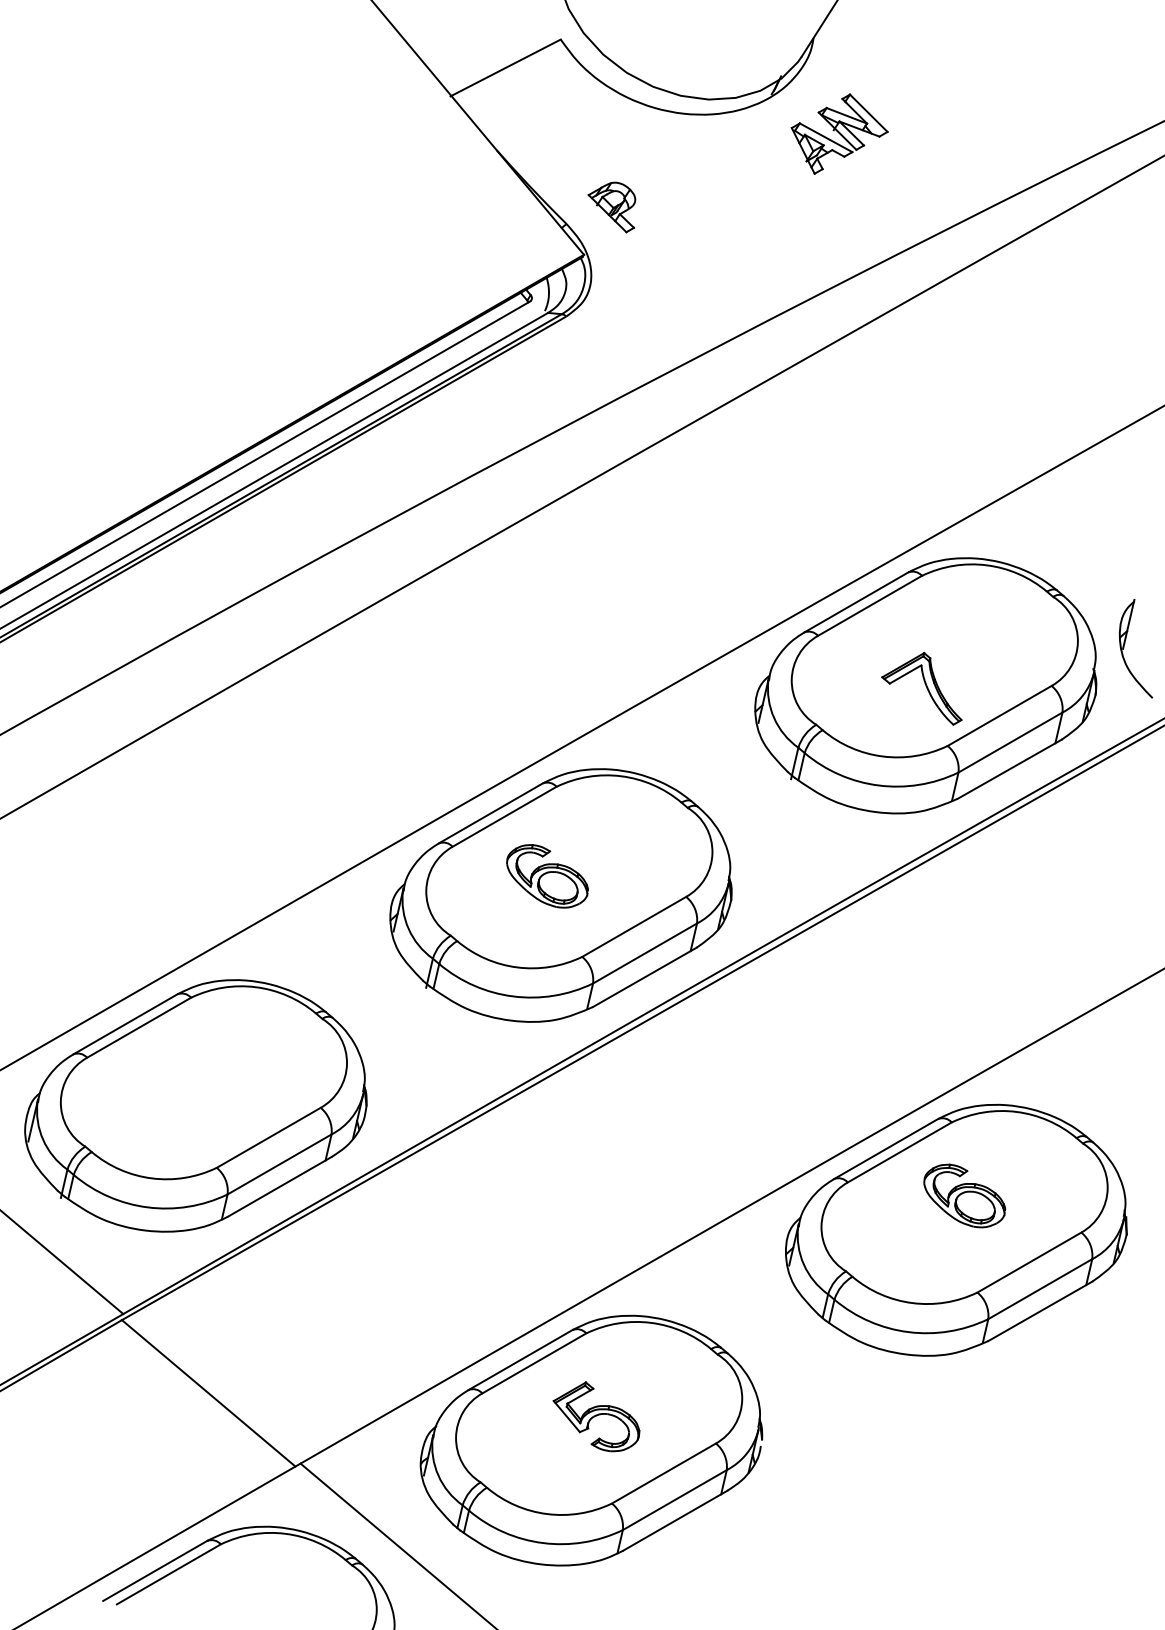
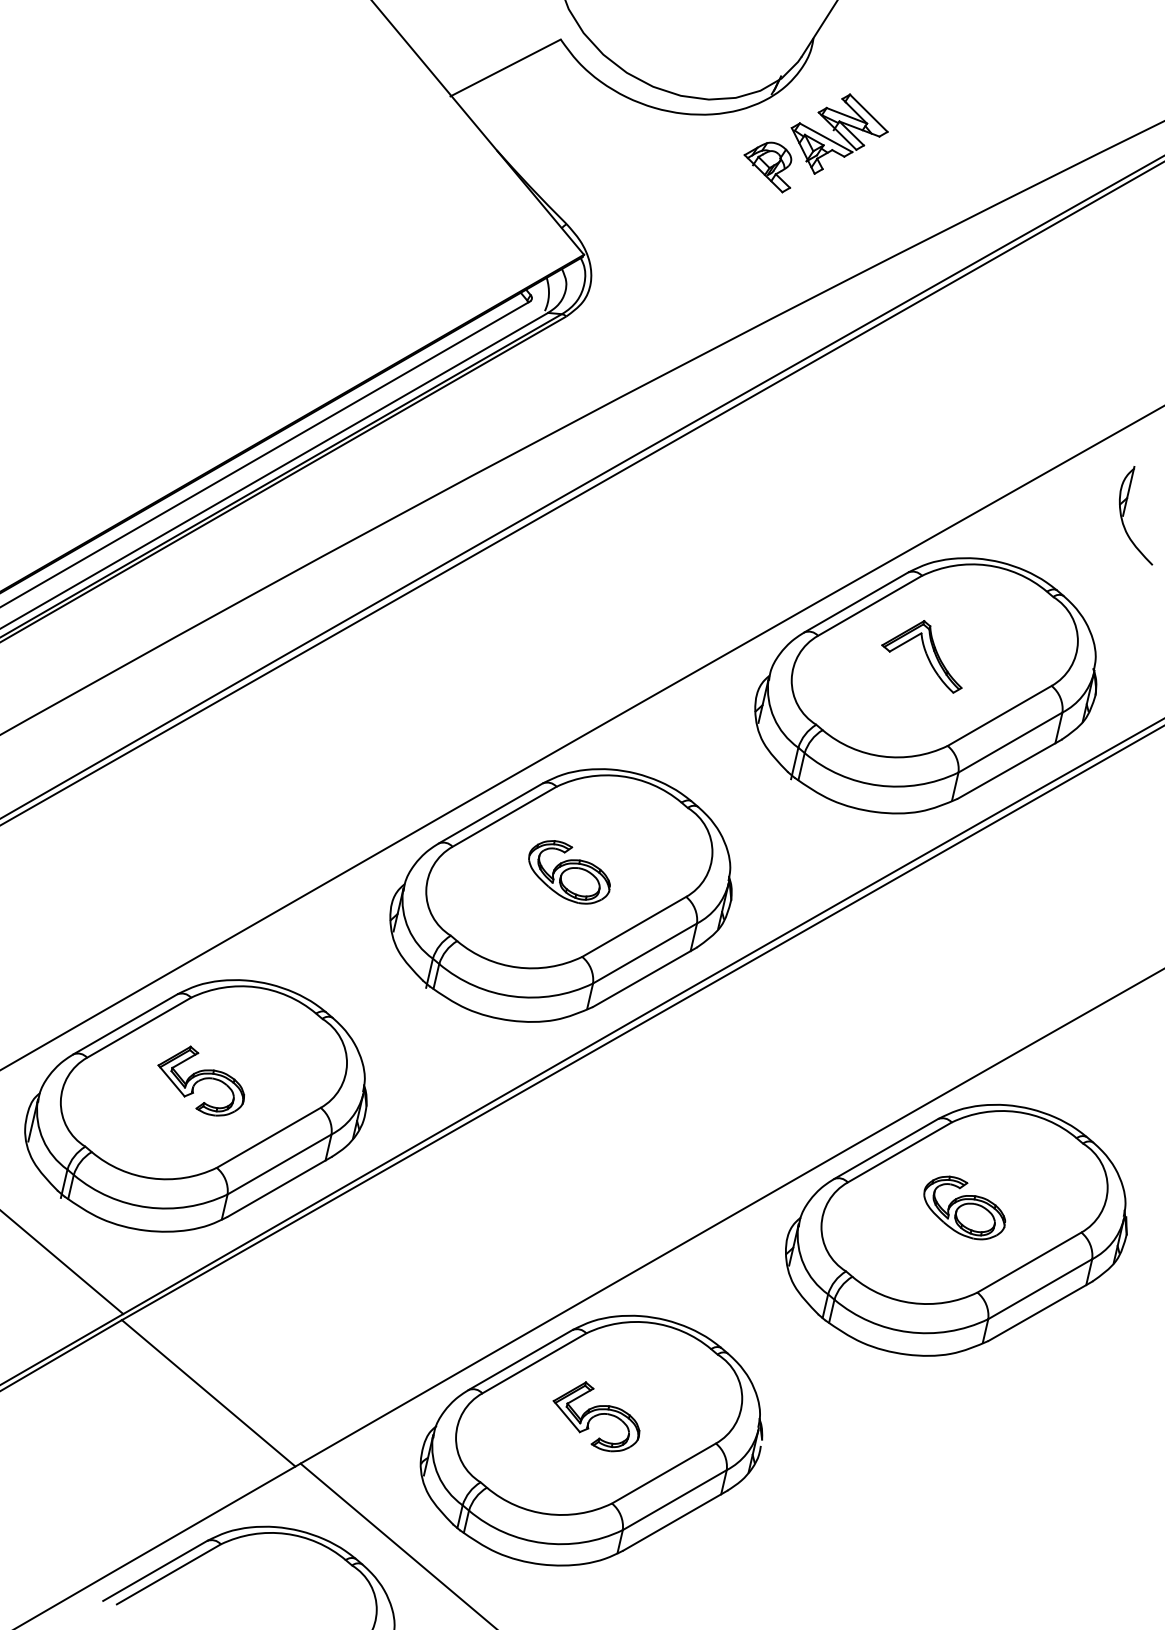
part at (611, 207) position: (611, 207) -> (767, 167)
line at (581, 493): none -> present
part at (1124, 648) position: (1124, 648) -> (1124, 515)
part at (921, 688) position: (921, 688) -> (921, 656)
part at (547, 876) position: (547, 876) -> (569, 872)
part at (201, 1080): none -> present
part at (964, 1195) position: (964, 1195) -> (964, 1207)
